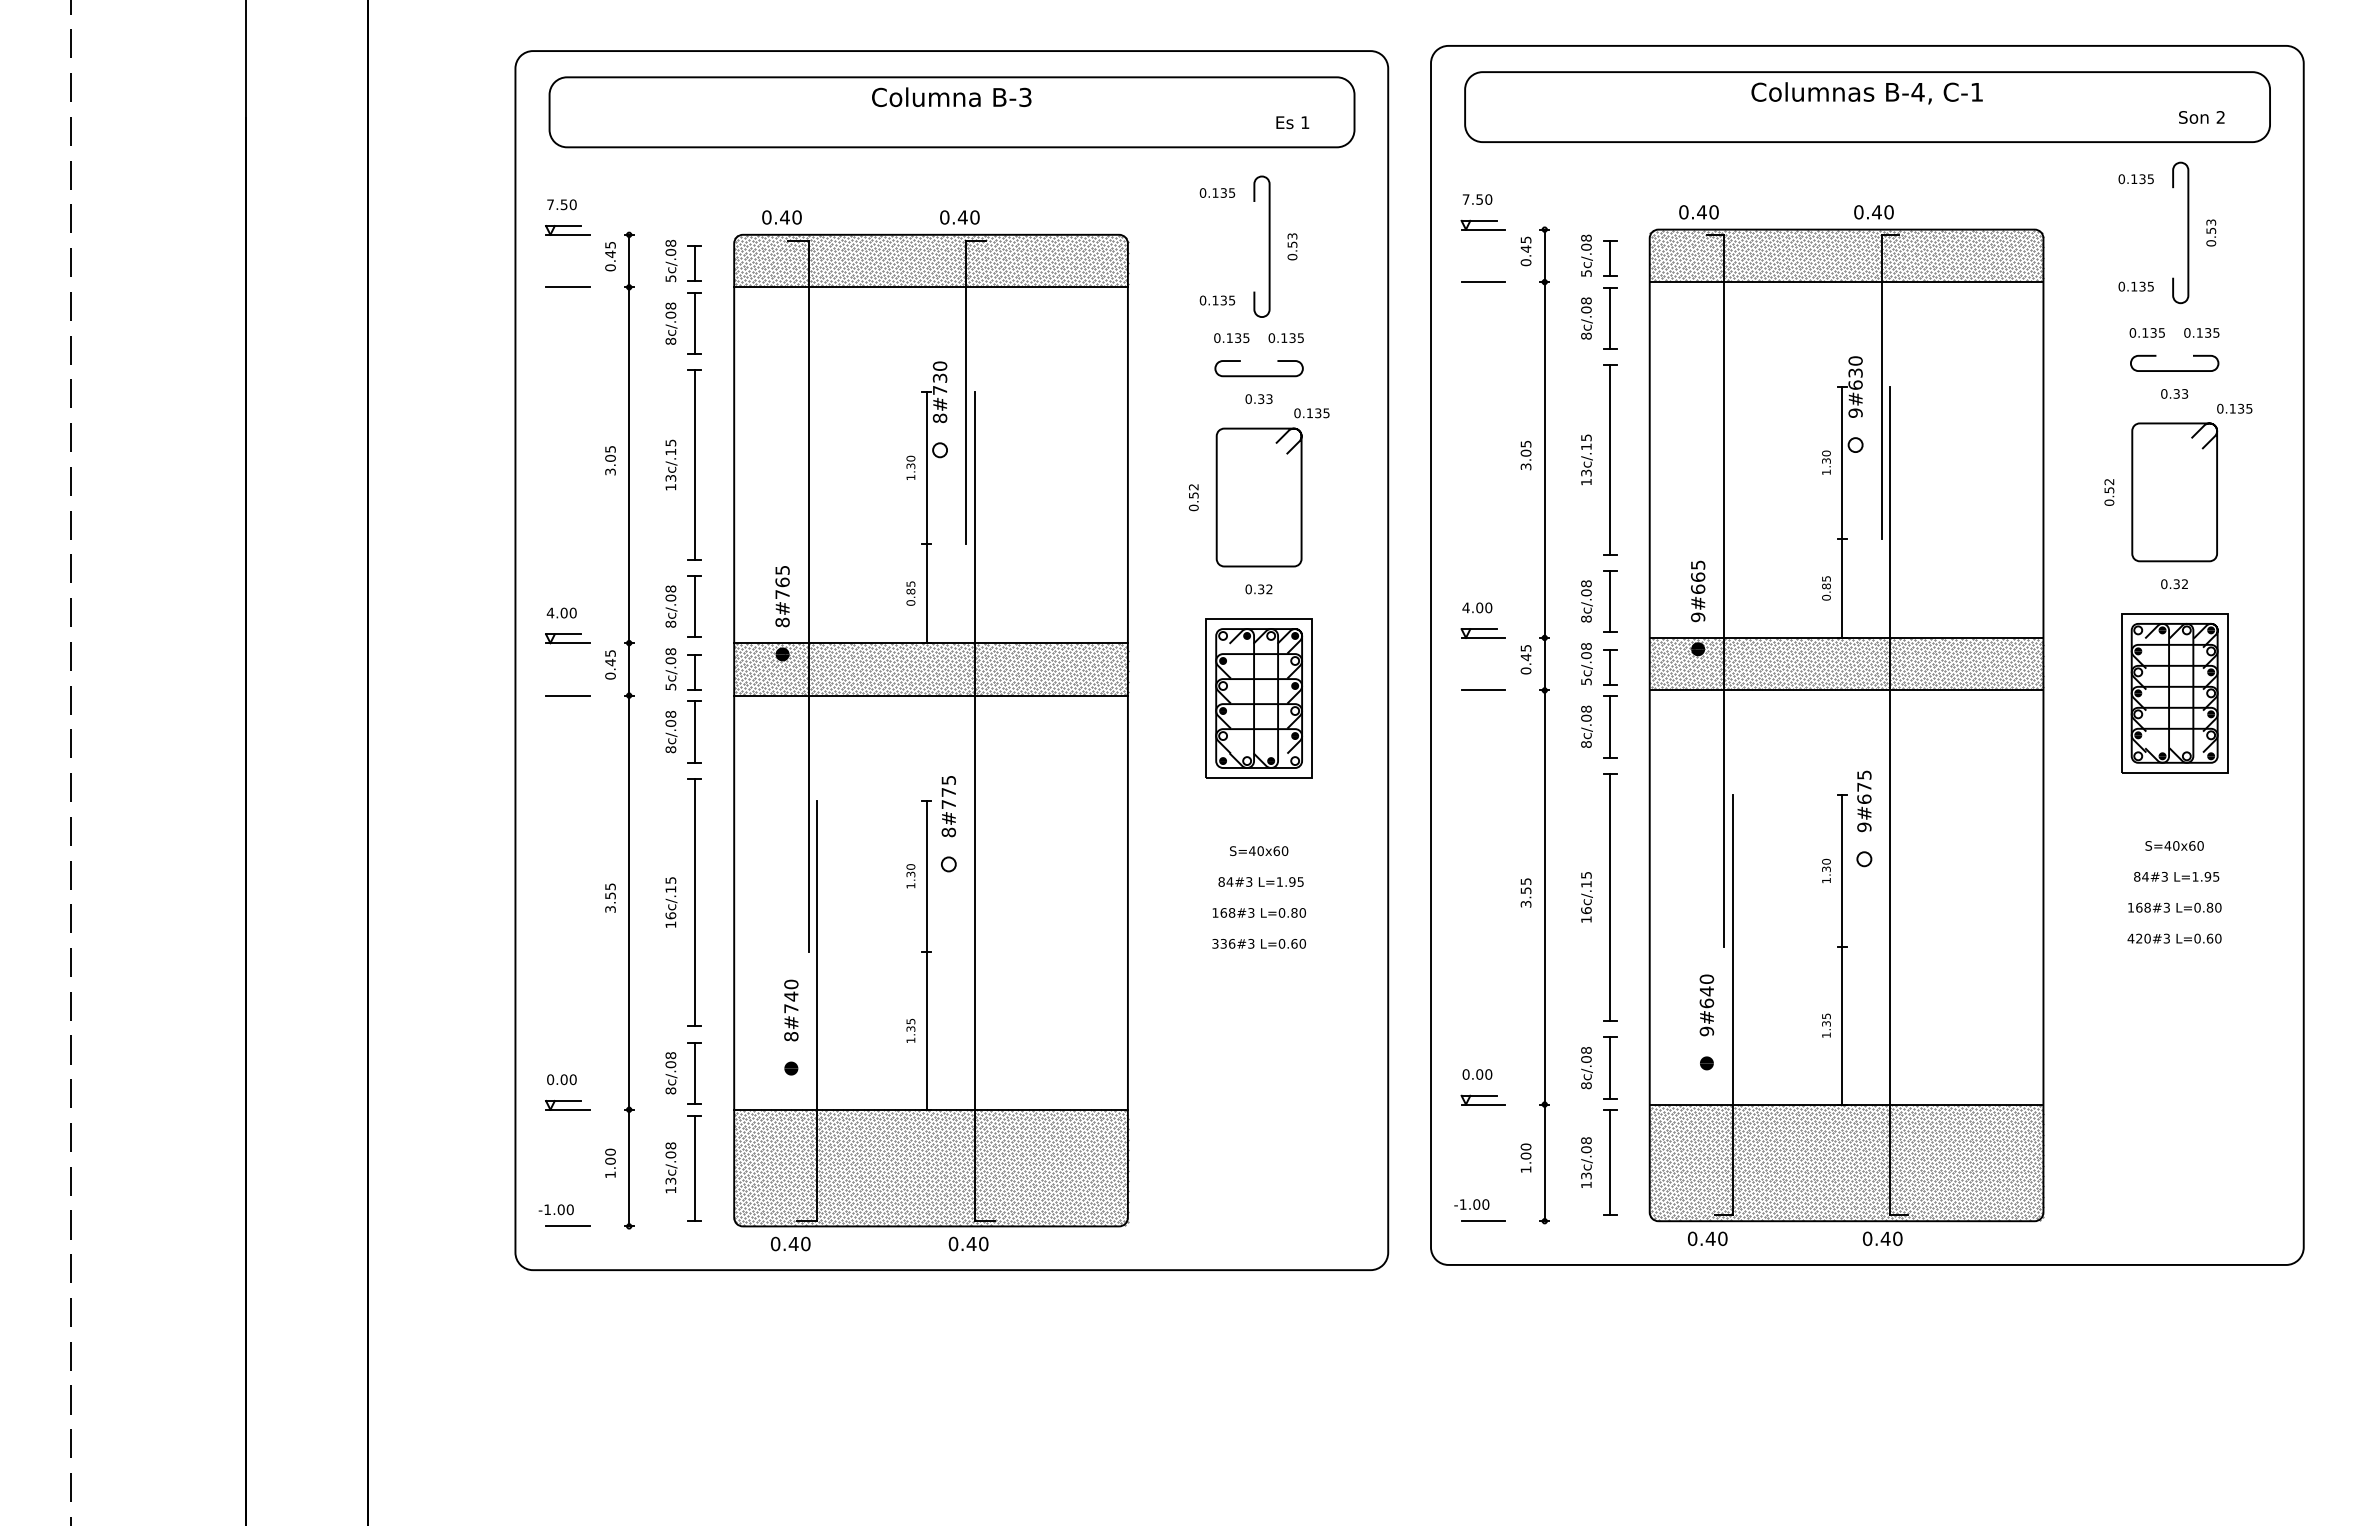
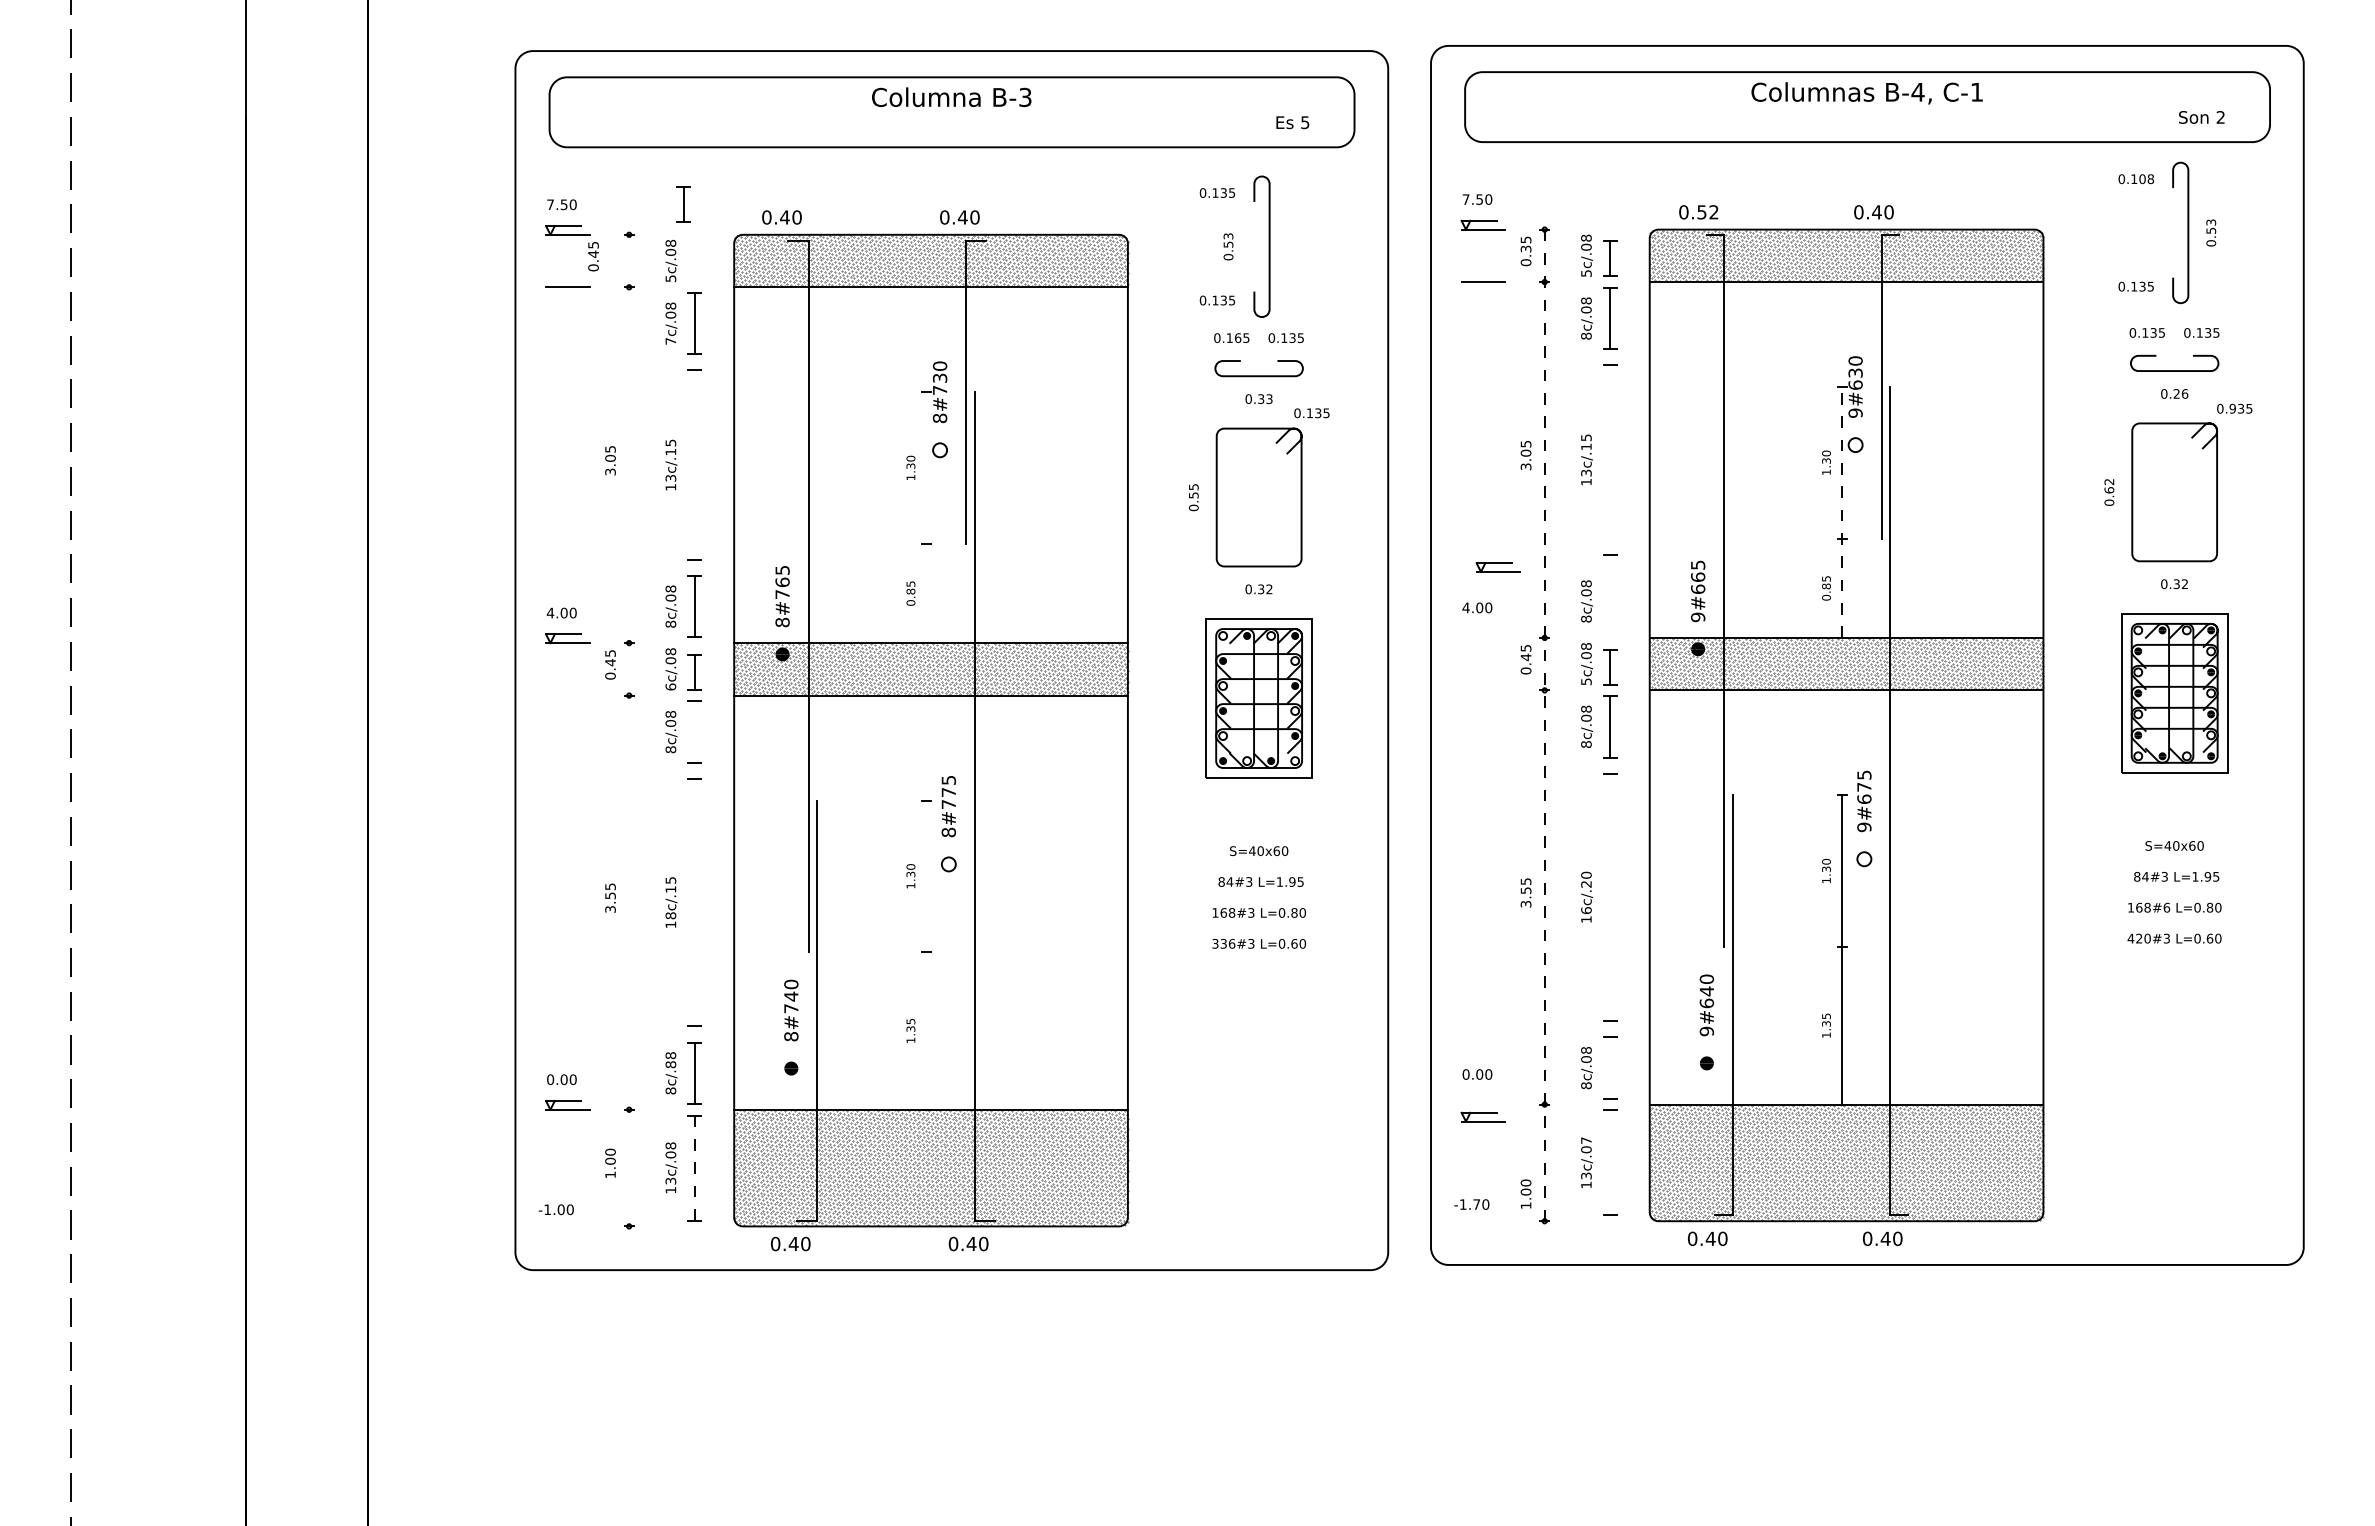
text at (1305, 122): 1 -> 5
text at (2146, 179): 0.135 -> 0.108
text at (1707, 212): 0.40 -> 0.52
text at (1292, 246) position: (1292, 246) -> (1228, 246)
text at (1525, 248): 0.45 -> 0.35
text at (610, 256) position: (610, 256) -> (593, 256)
part at (694, 263) position: (694, 263) -> (683, 204)
text at (1238, 337): 0.135 -> 0.165
text at (670, 340): 8c/.08 -> 7c/.08
text at (2180, 393): 0.33 -> 0.26
text at (2232, 408): 0.135 -> 0.935
line at (1610, 460): present -> none
line at (694, 465): present -> none
text at (1193, 487): 0.52 -> 0.55
text at (2109, 490): 0.52 -> 0.62
line at (1842, 512): solid -> dashed
line at (926, 517): present -> none
part at (1610, 601): present -> none
part at (1482, 633) position: (1482, 633) -> (1497, 567)
text at (670, 686): 5c/.08 -> 6c/.08
line at (1483, 690): present -> none
line at (567, 695): present -> none
line at (1544, 725): solid -> dashed
line at (629, 730): present -> none
line at (694, 731): present -> none
text at (1586, 879): 16c/.15 -> 16c/.20
line at (1610, 897): present -> none
line at (694, 902): present -> none
text at (2166, 907): 168#3 -> 168#6
text at (670, 915): 16c/.15 -> 18c/.15
line at (926, 954): present -> none
text at (670, 1064): 8c/.08 -> 8c/.88
line at (1610, 1067): present -> none
part at (1482, 1099) position: (1482, 1099) -> (1482, 1116)
text at (1586, 1140): 13c/.08 -> 13c/.07
text at (1525, 1157) position: (1525, 1157) -> (1525, 1193)
line at (1610, 1162): present -> none
line at (694, 1167): solid -> dashed
text at (1476, 1204): -1.00 -> -1.70
line at (1483, 1221): present -> none
line at (567, 1226): present -> none
